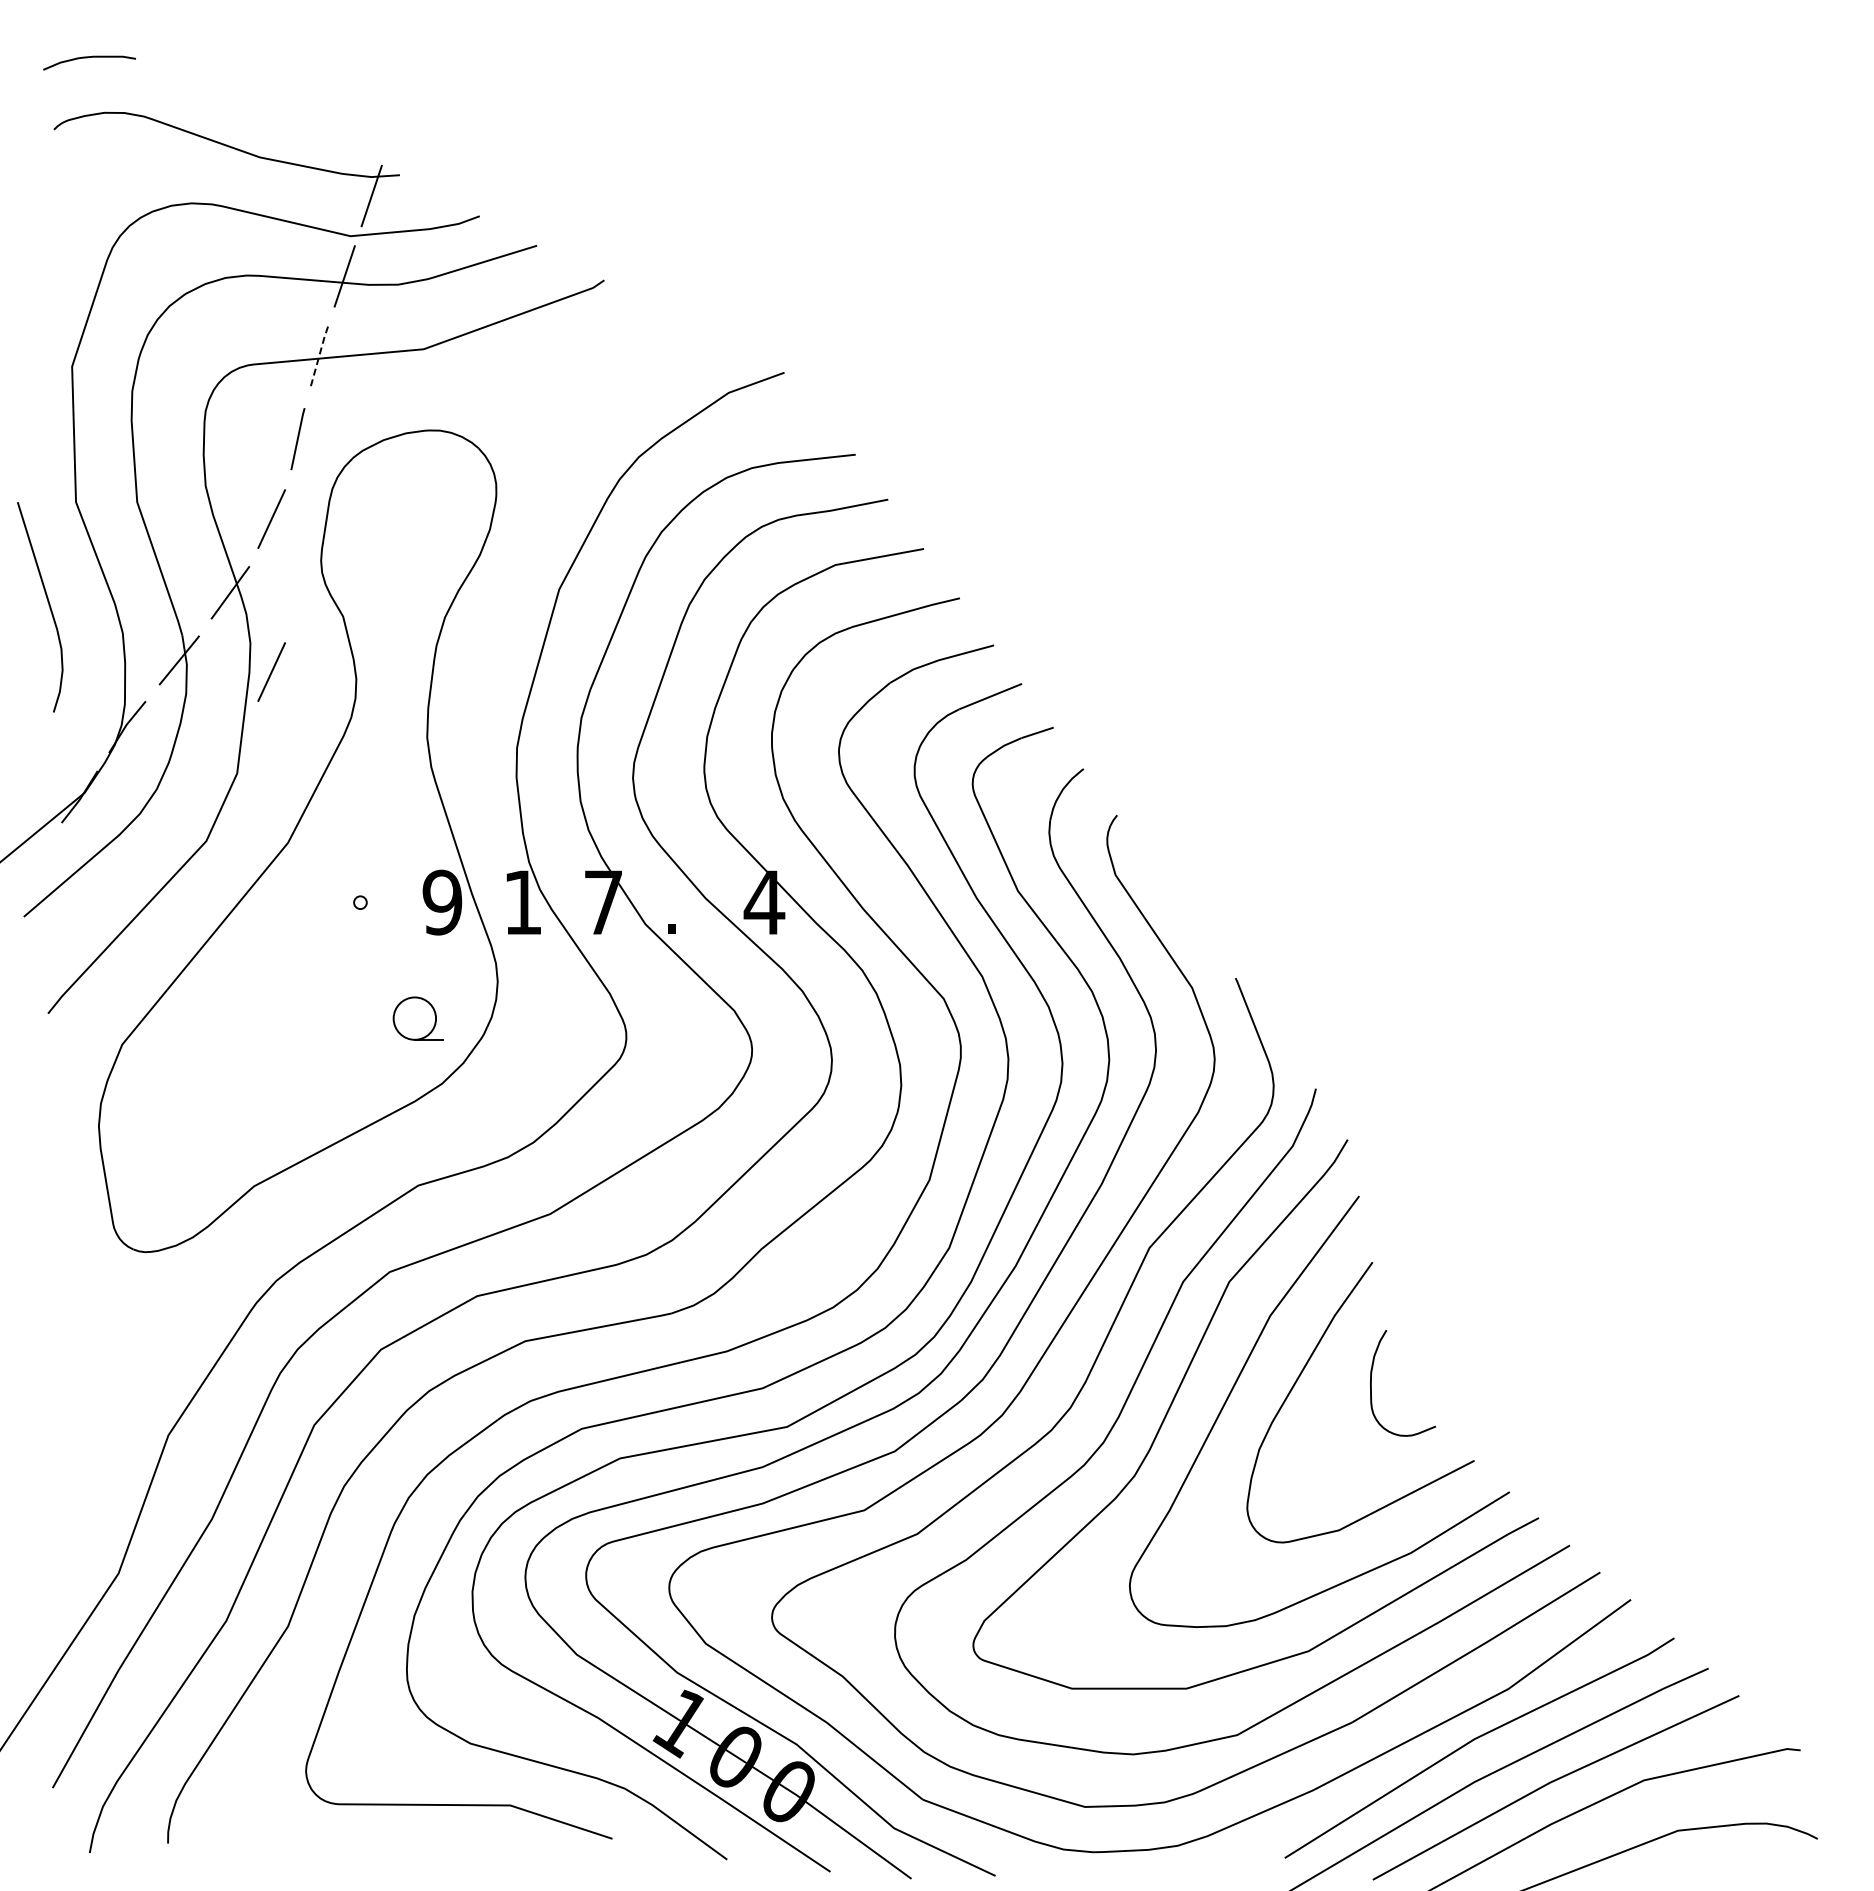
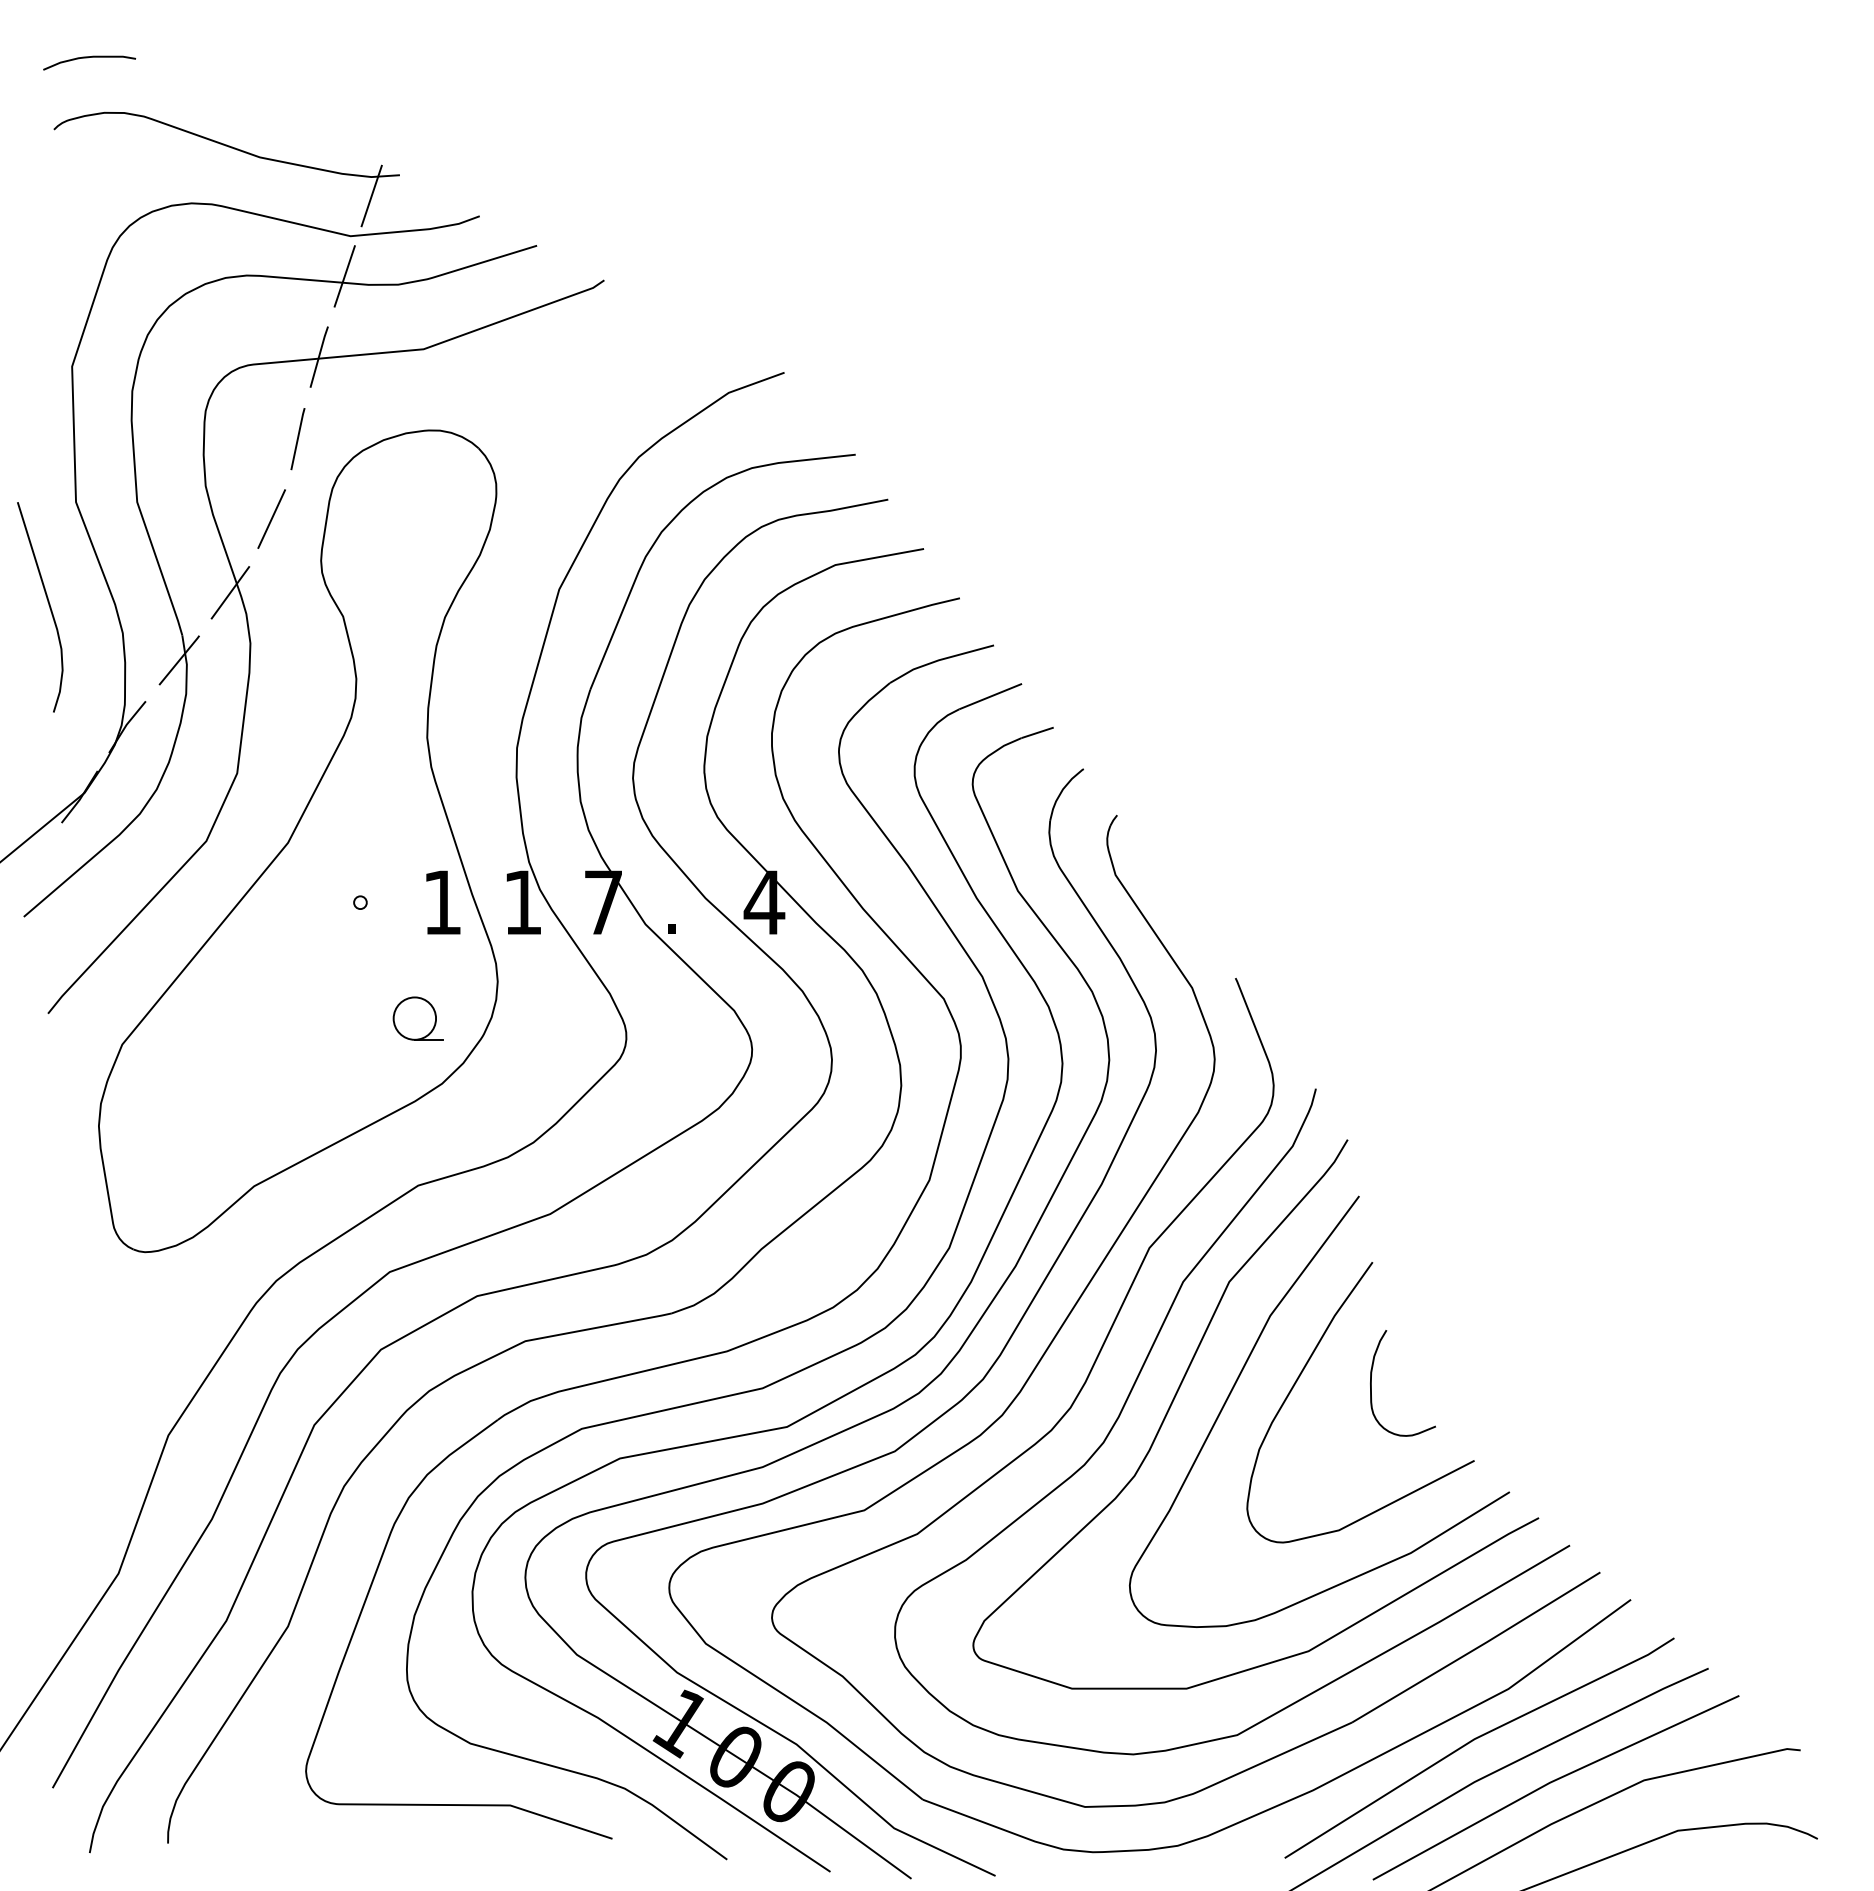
line at (319, 356): dashed -> solid
line at (271, 671): present -> none
text at (442, 902): 9 -> 1
